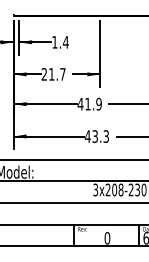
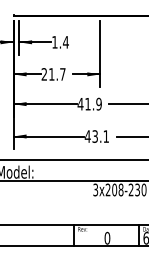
text at (105, 136): 43.3 -> 43.1
line at (73, 203): present -> none
